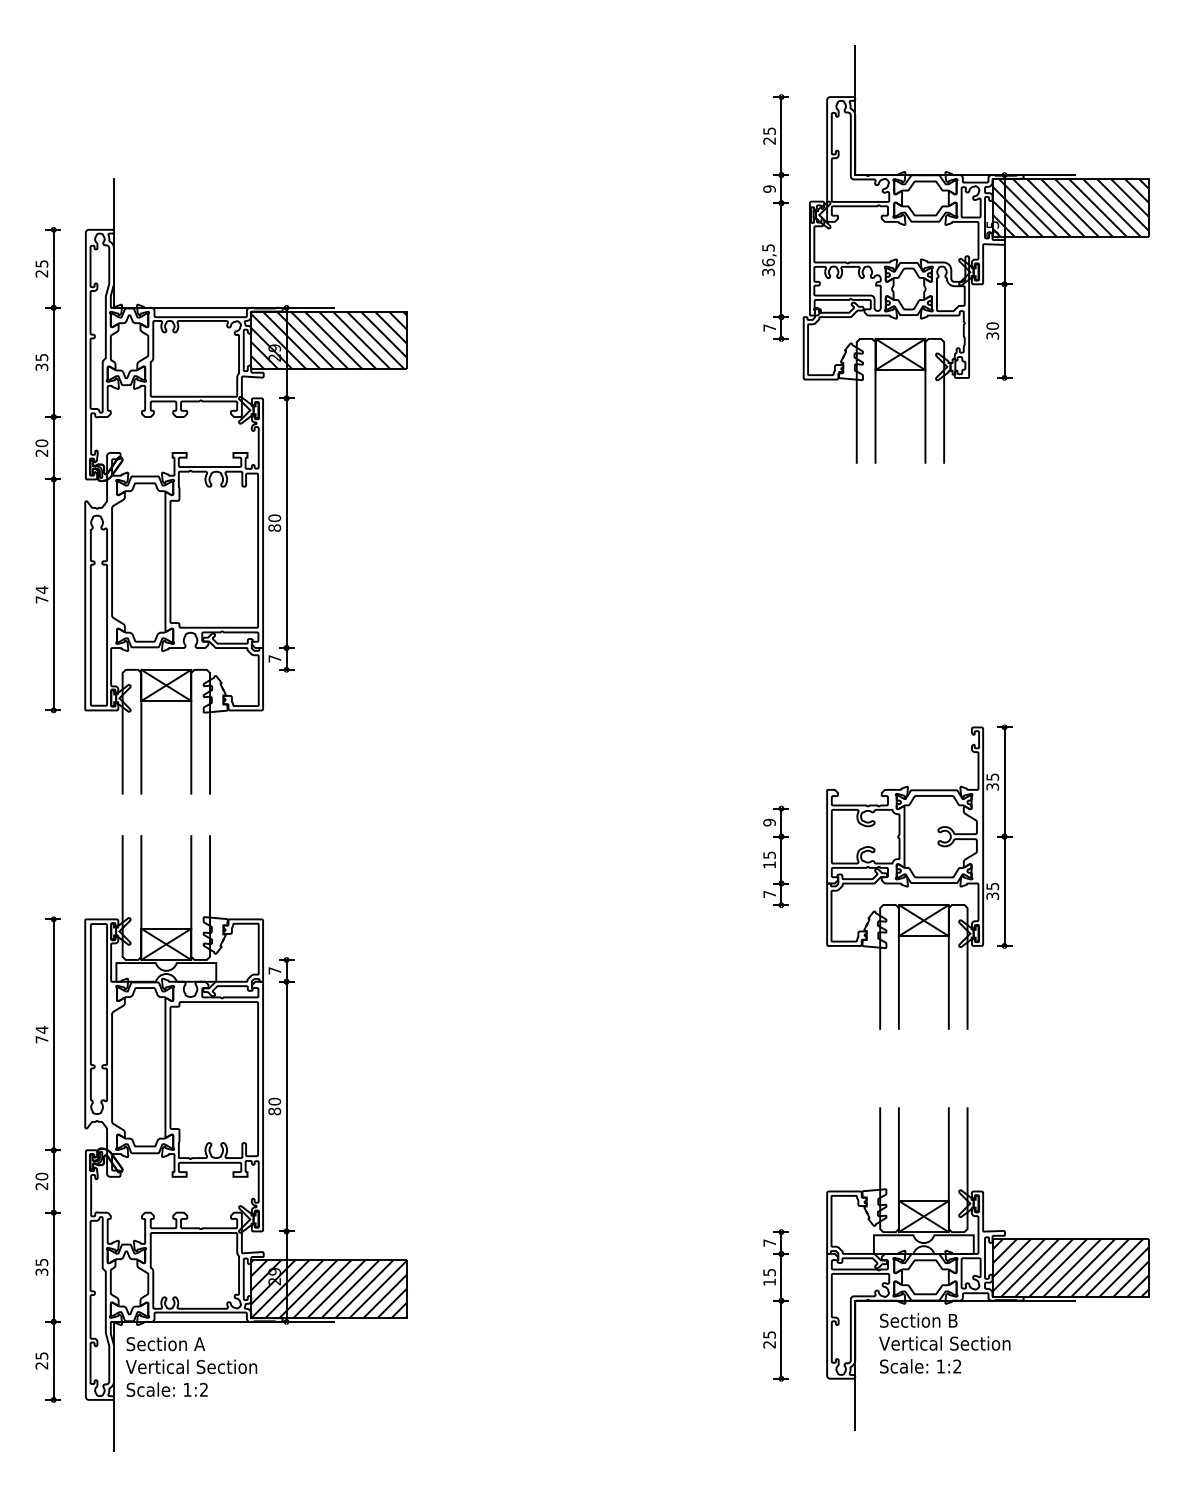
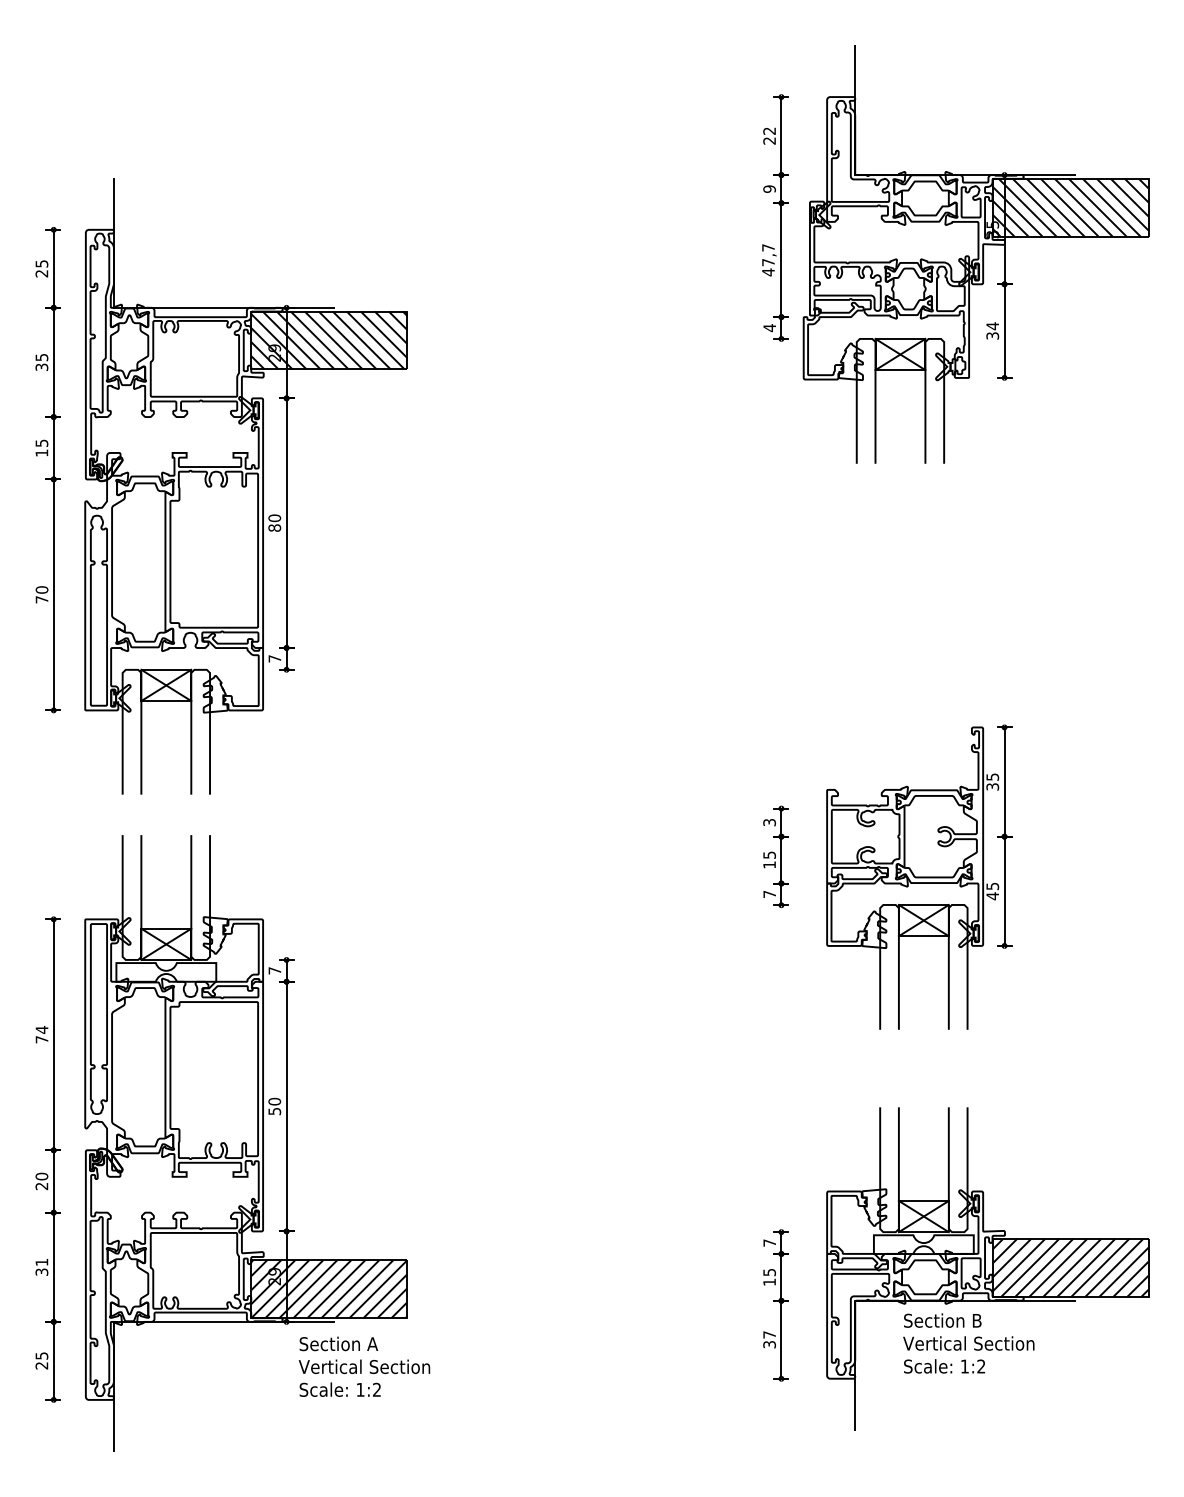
text at (769, 130): 25 -> 22
text at (768, 260): 36,5 -> 47,7
text at (992, 326): 30 -> 34
text at (769, 328): 7 -> 4
text at (41, 447): 20 -> 15
text at (41, 590): 74 -> 70
text at (769, 822): 9 -> 3
text at (992, 896): 35 -> 45
text at (274, 1111): 80 -> 50
text at (41, 1261): 35 -> 31
text at (769, 1339): 25 -> 37
text at (944, 1343) position: (944, 1343) -> (968, 1343)
text at (191, 1366) position: (191, 1366) -> (364, 1366)
